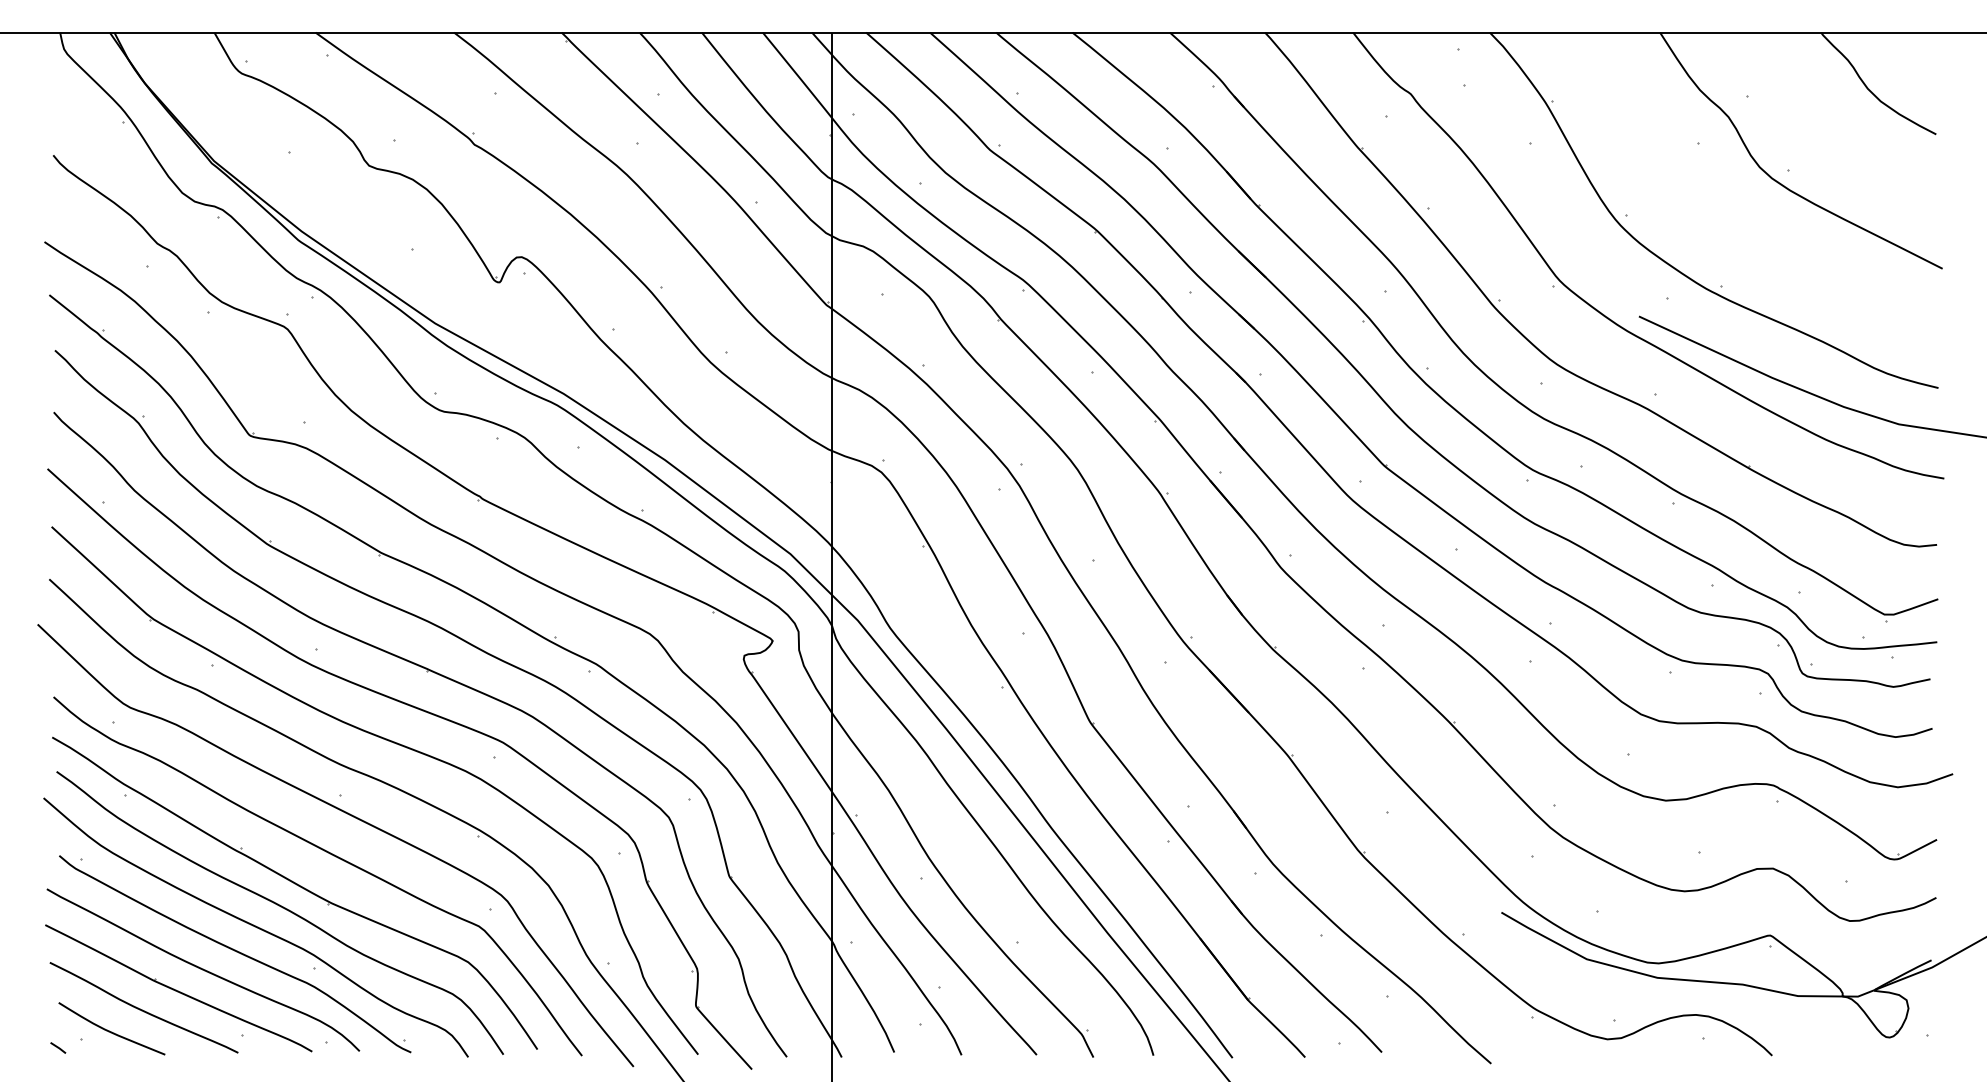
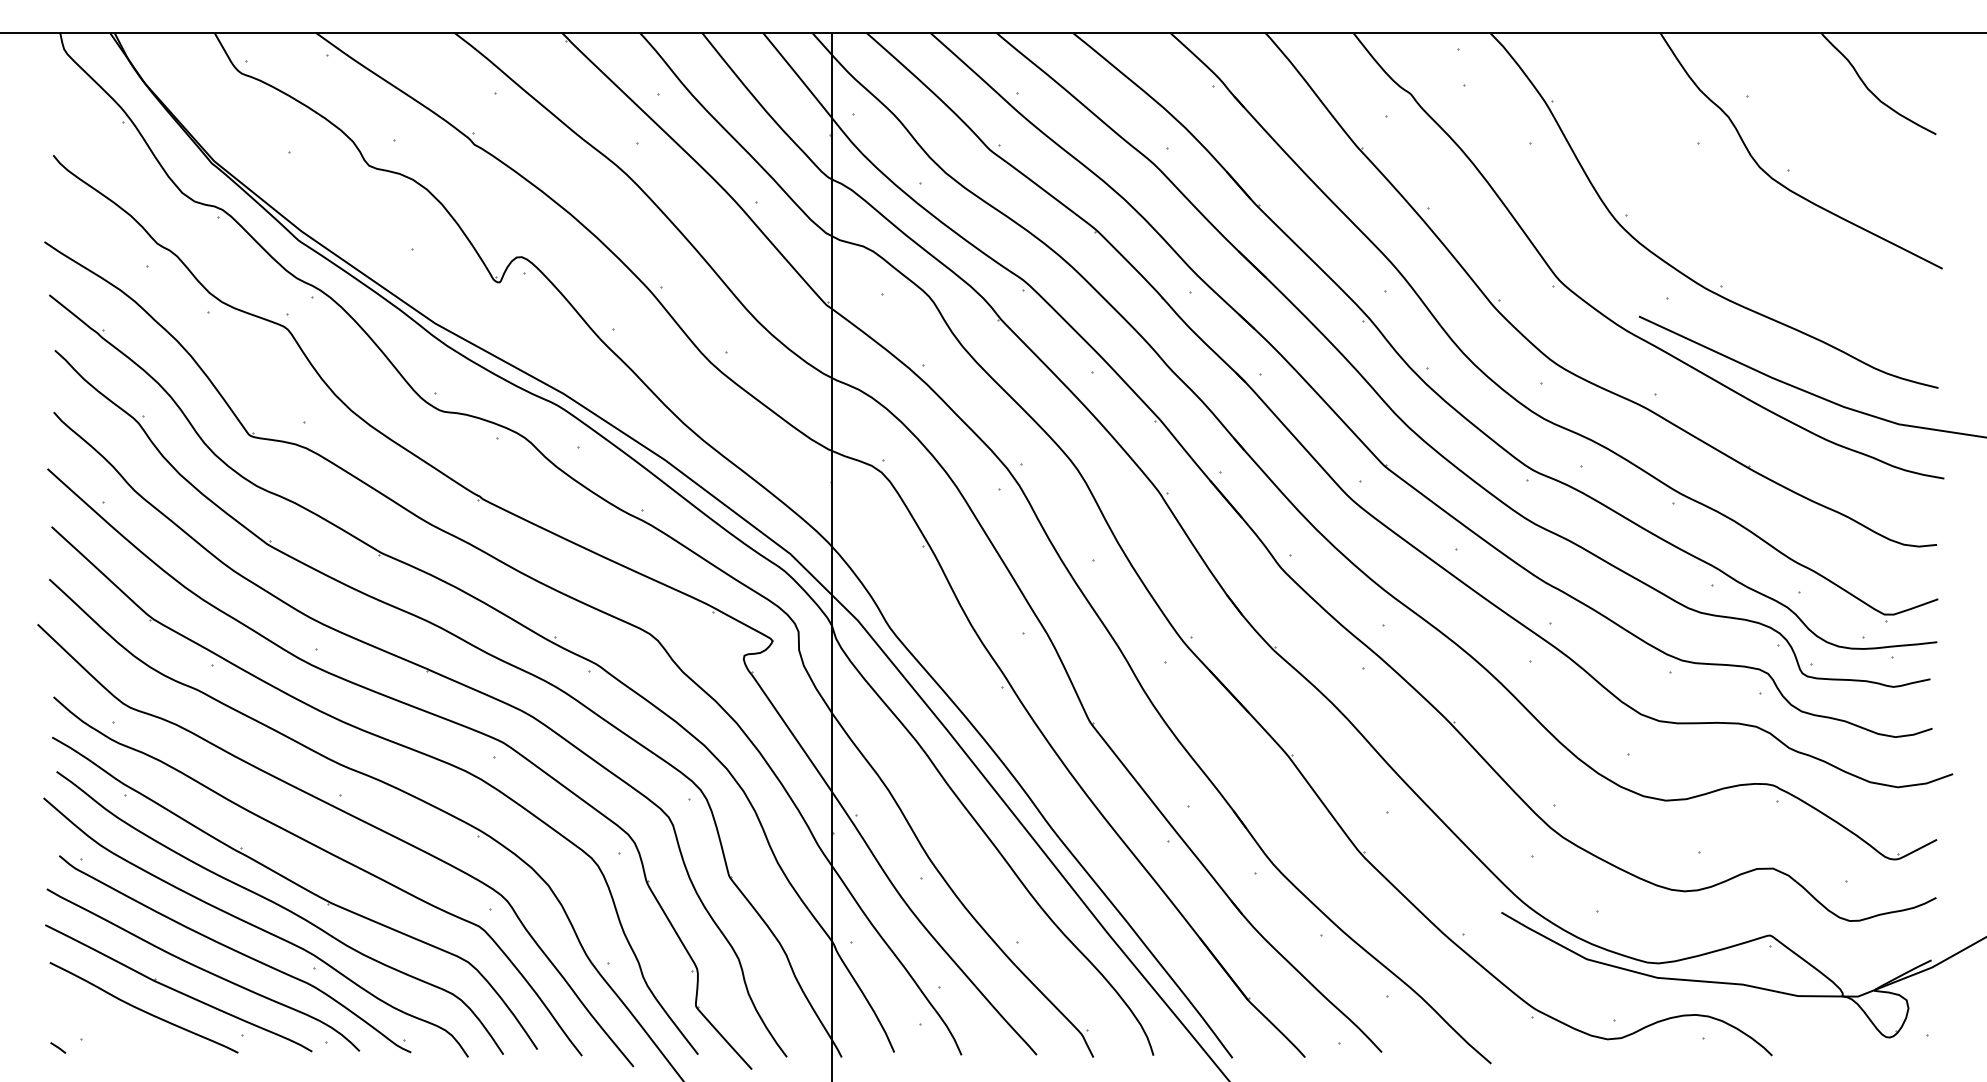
curve at (109, 1030): present -> none
